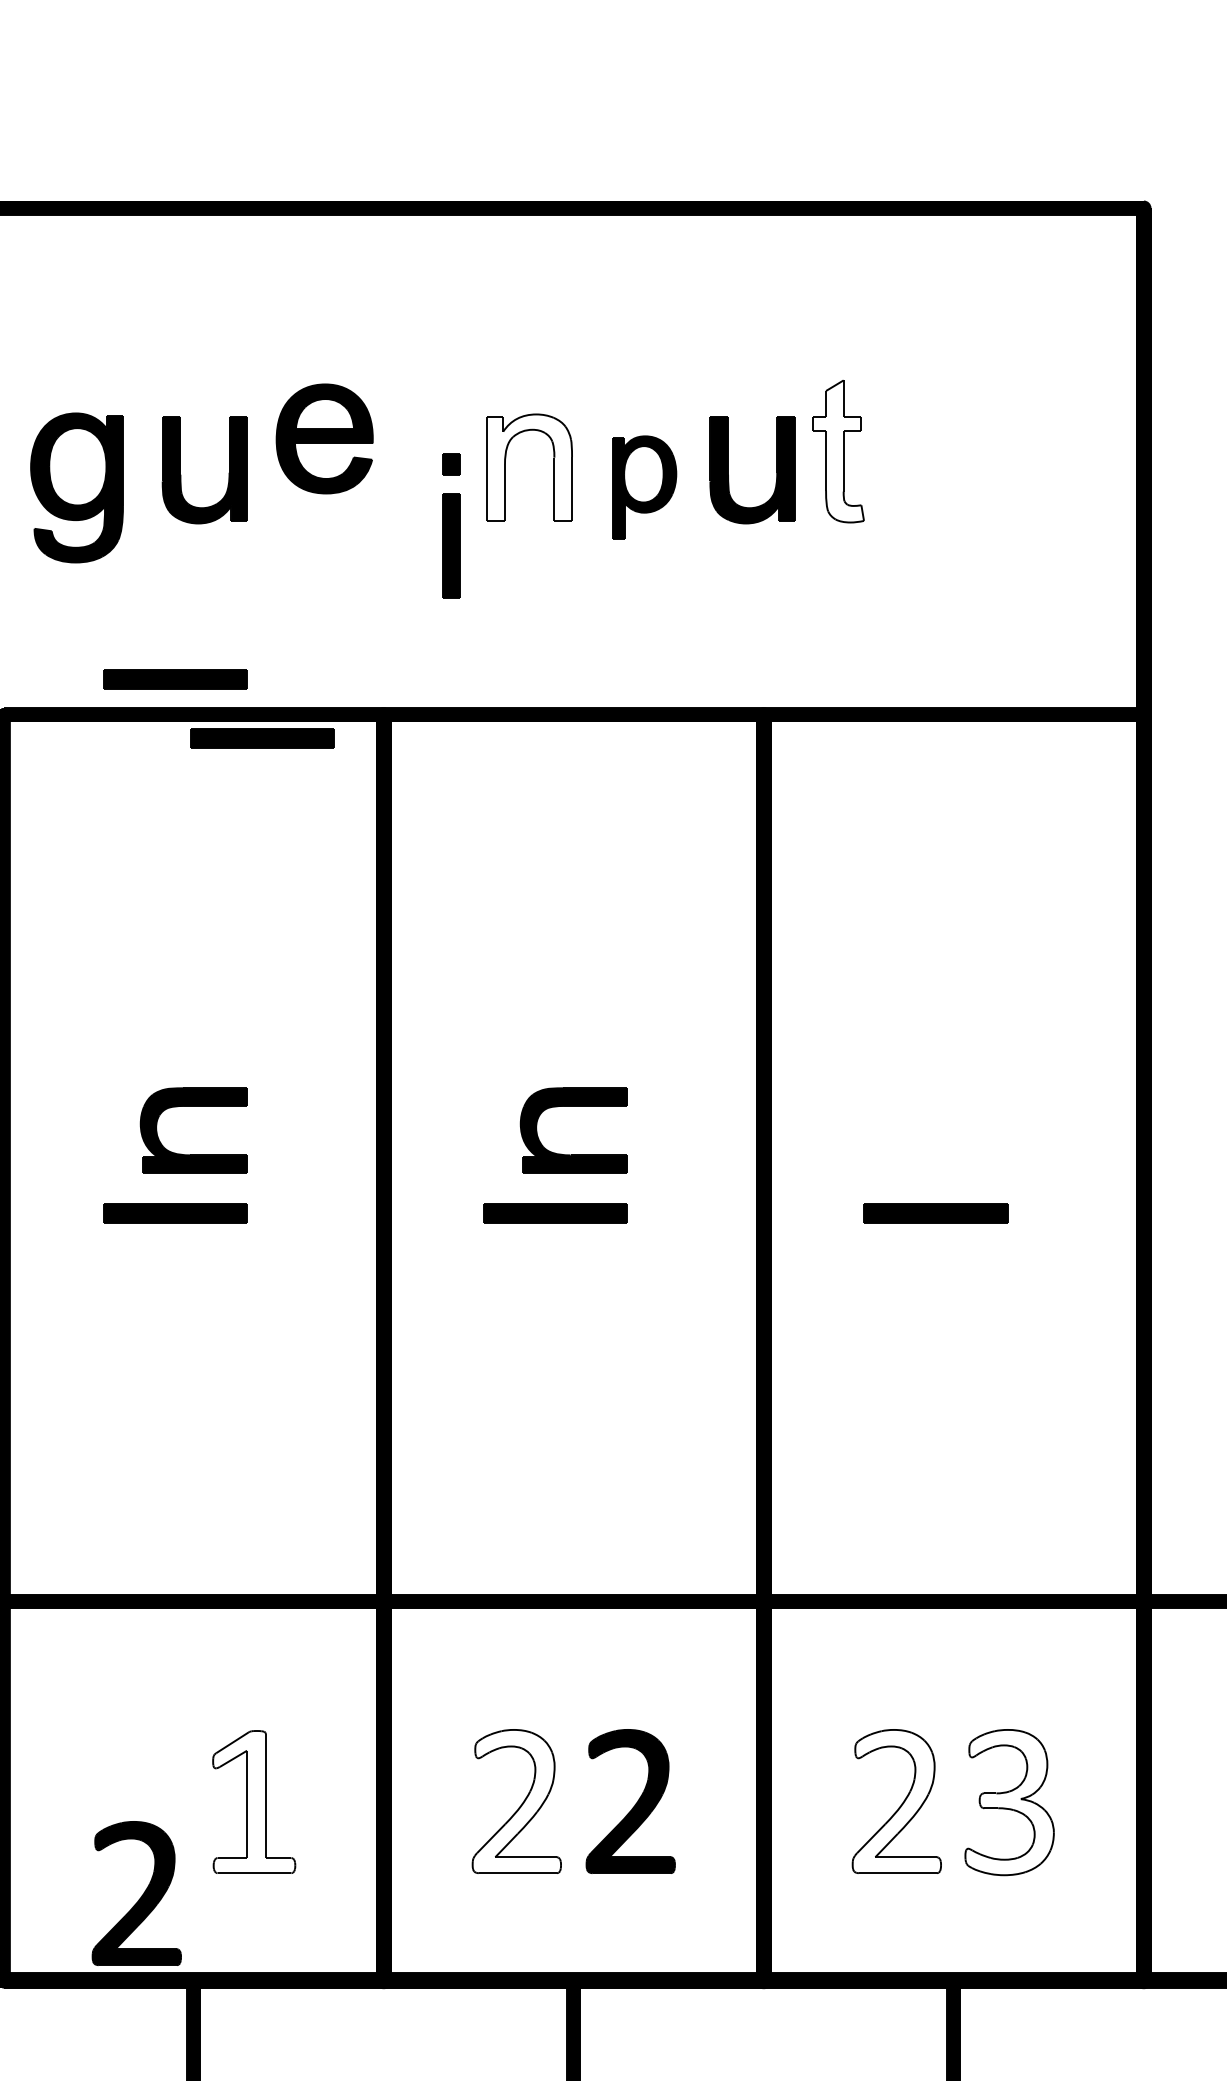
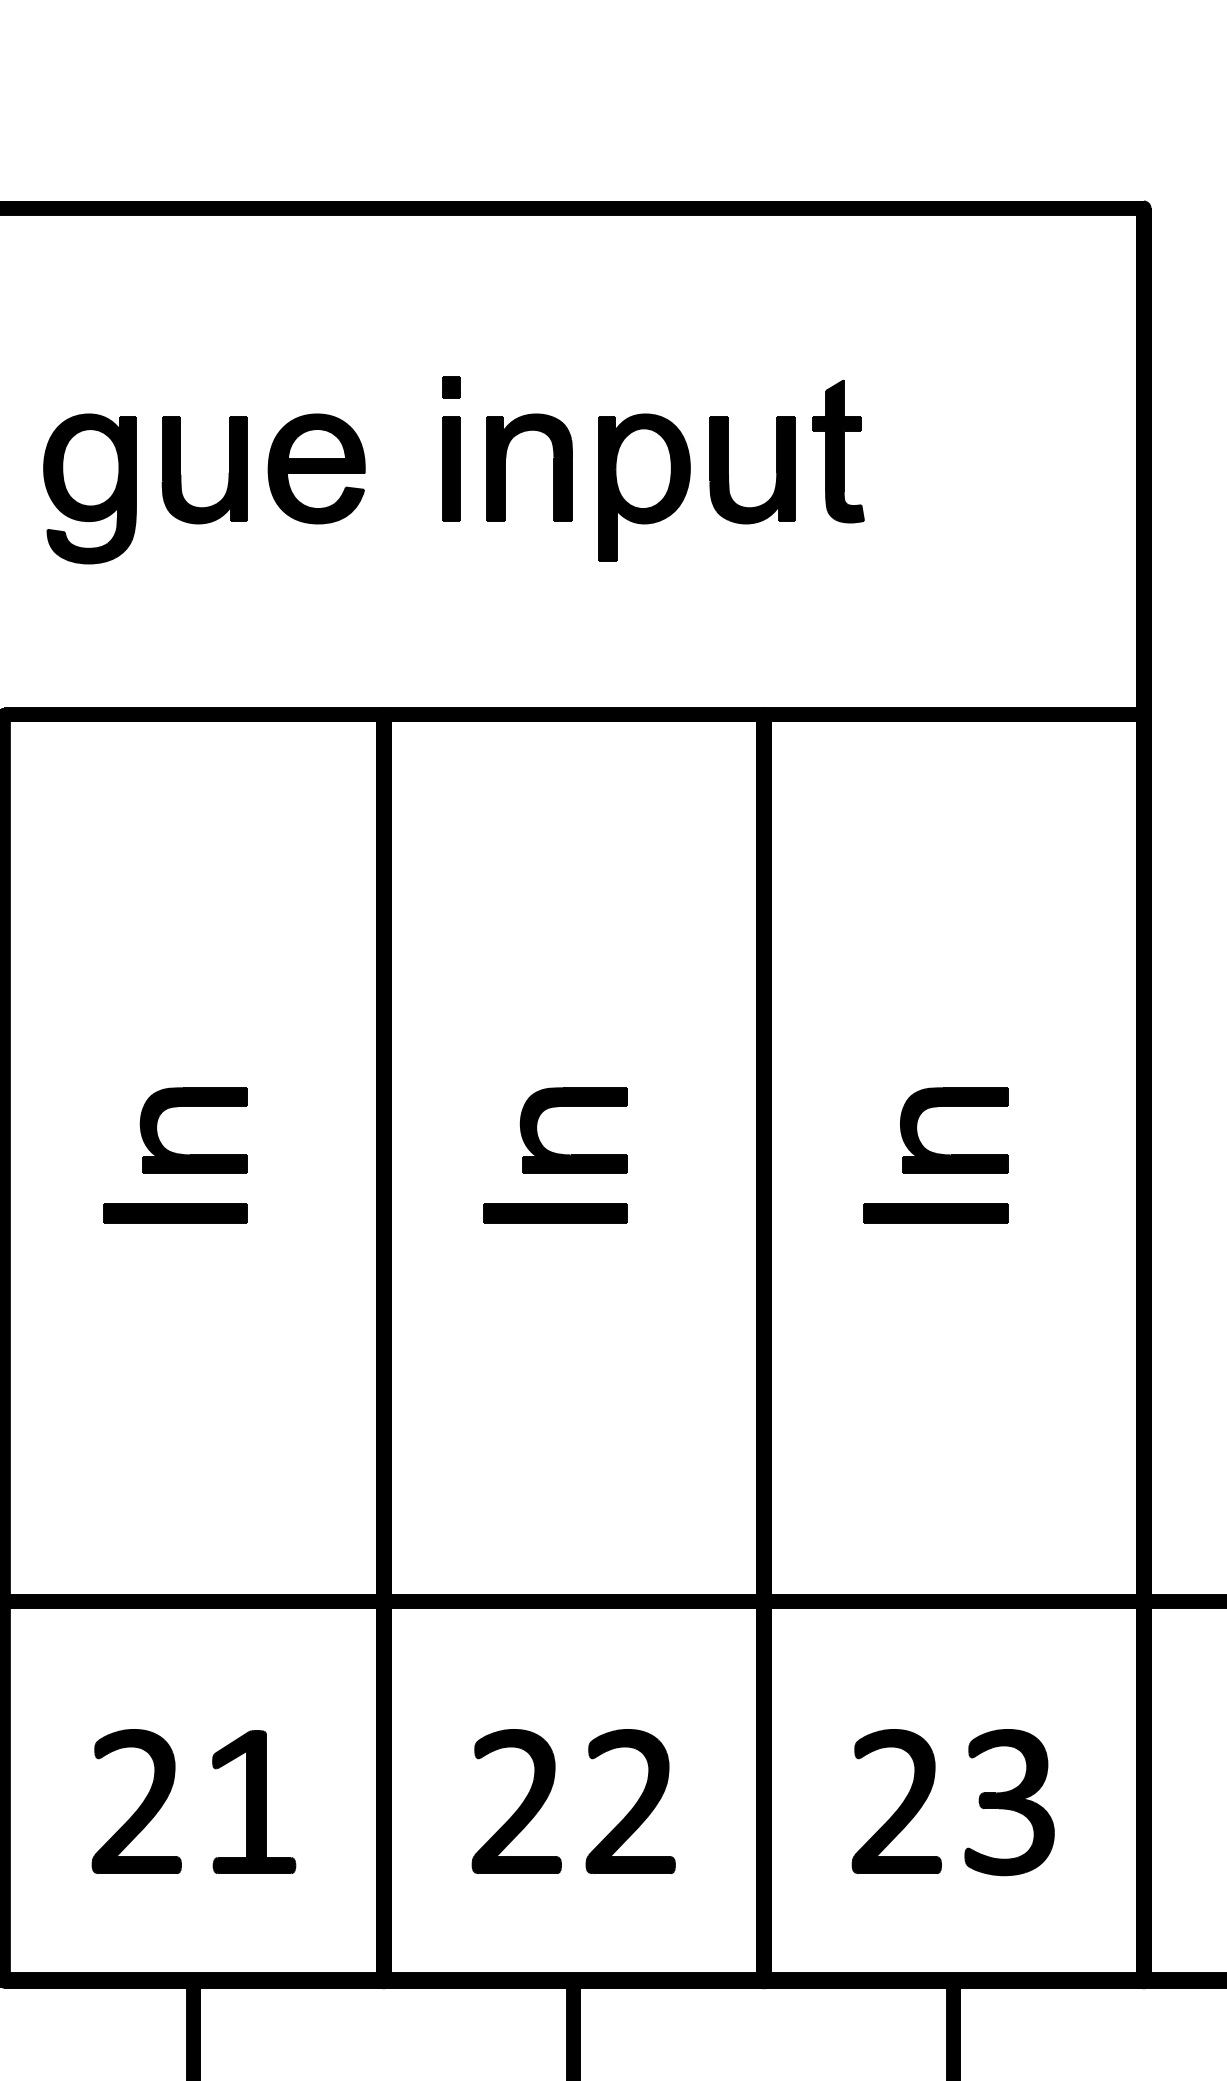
part at (324, 438) position: (324, 438) -> (316, 468)
fill at (838, 451): none -> present
fill at (529, 467): none -> present
part at (76, 487) position: (76, 487) -> (89, 488)
part at (644, 487) size: 66x105 px -> 93x149 px
part at (451, 525) position: (451, 525) -> (451, 448)
part at (175, 679): present -> none
part at (262, 738): present -> none
part at (954, 1106): none -> present
fill at (516, 1801): none -> present
fill at (896, 1801): none -> present
fill at (254, 1802): none -> present
fill at (1009, 1802): none -> present
part at (136, 1893) position: (136, 1893) -> (136, 1801)
